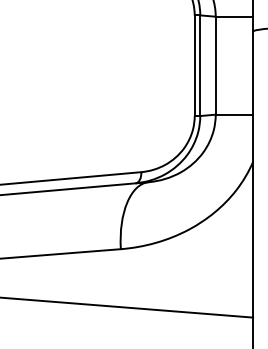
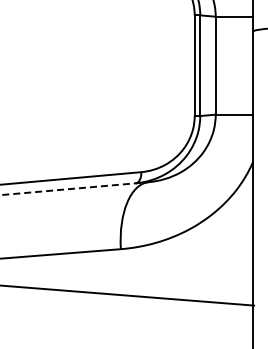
line at (74, 188): solid -> dashed
line at (127, 307) position: (127, 307) -> (128, 295)
